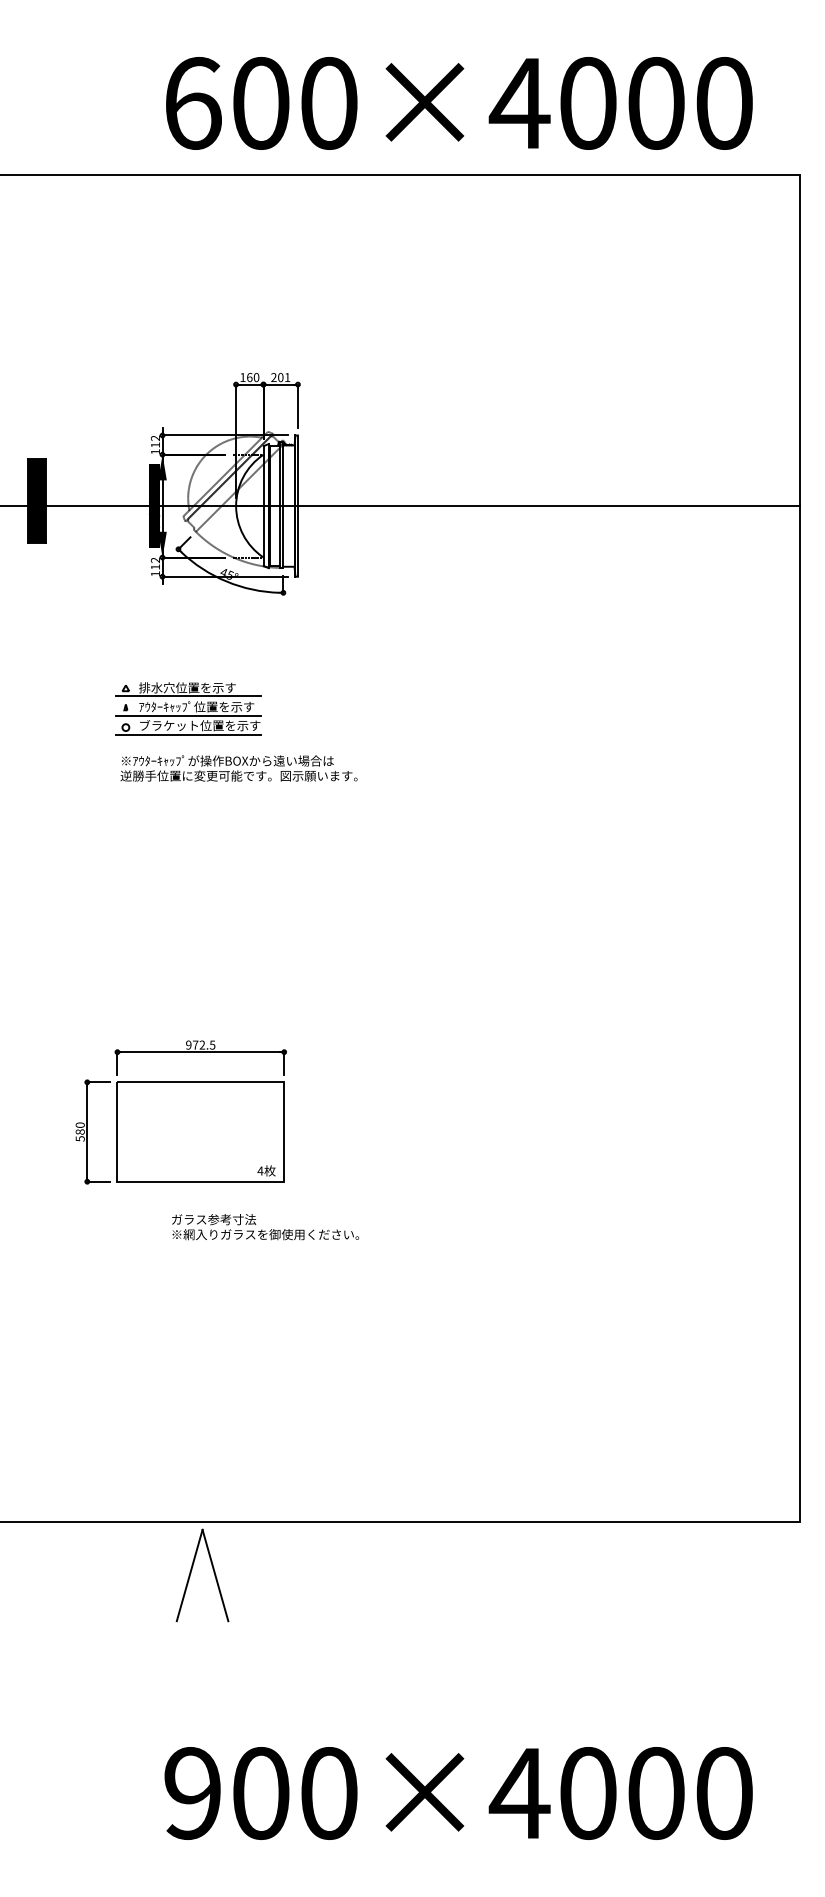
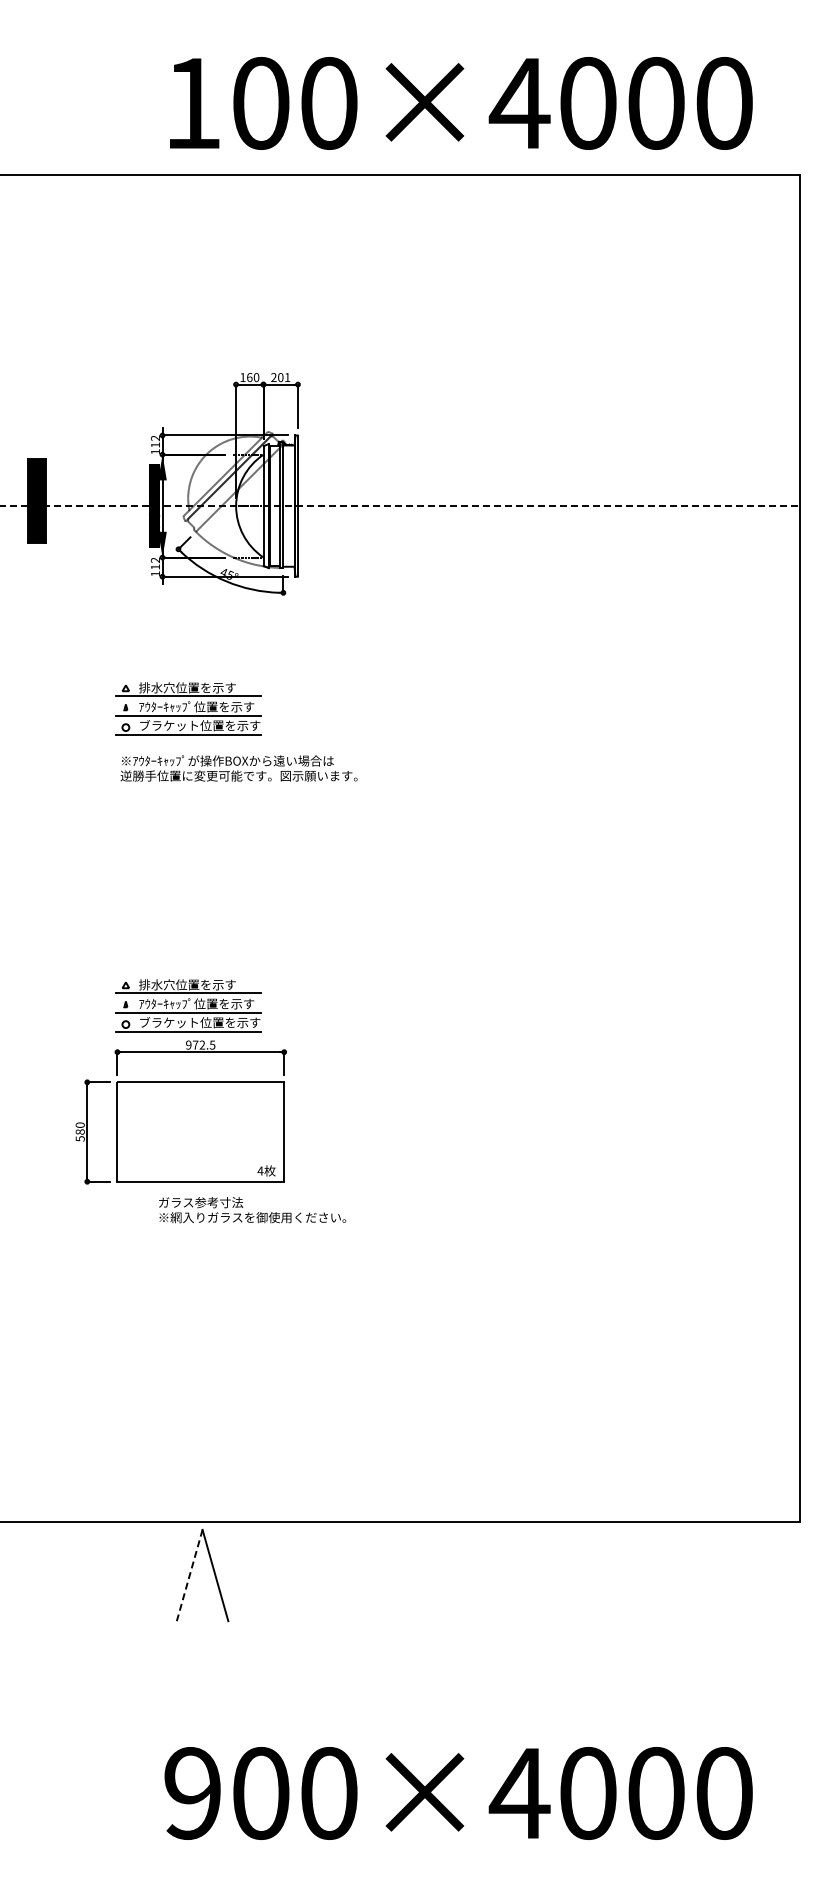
text at (193, 103): 600×4000 -> 100×4000
line at (400, 506): solid -> dashed
part at (188, 1005): none -> present
text at (265, 1227) position: (265, 1227) -> (252, 1210)
line at (189, 1576): solid -> dashed
